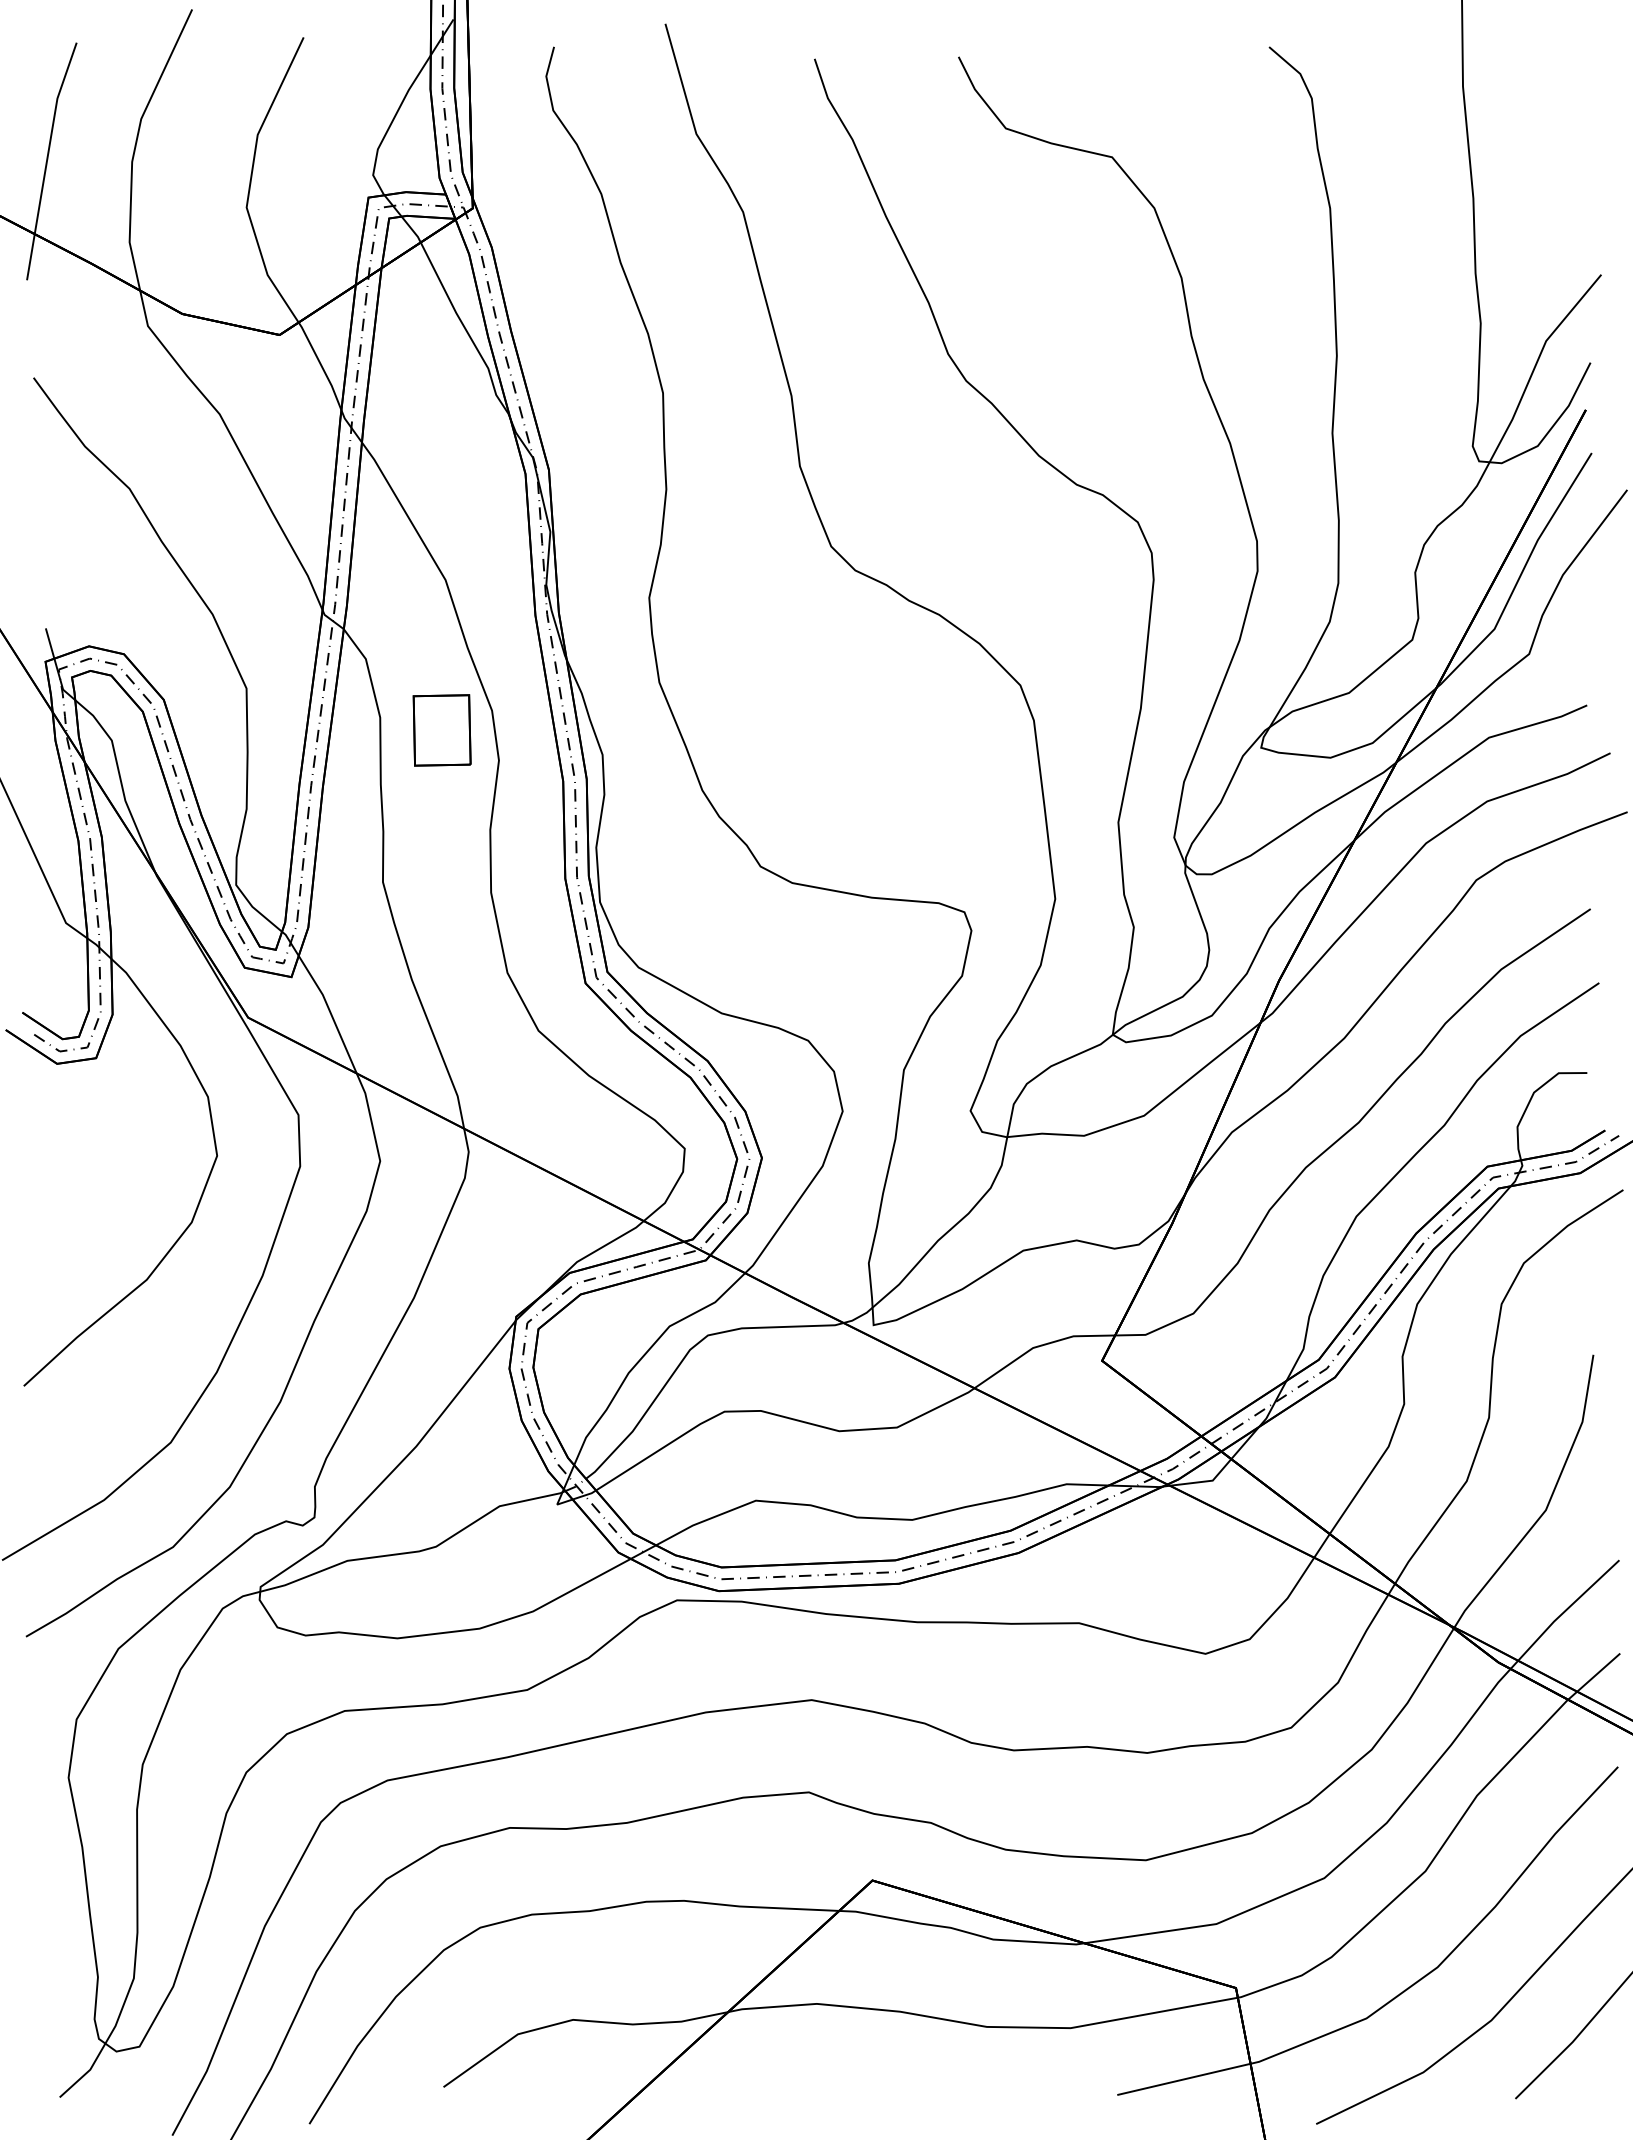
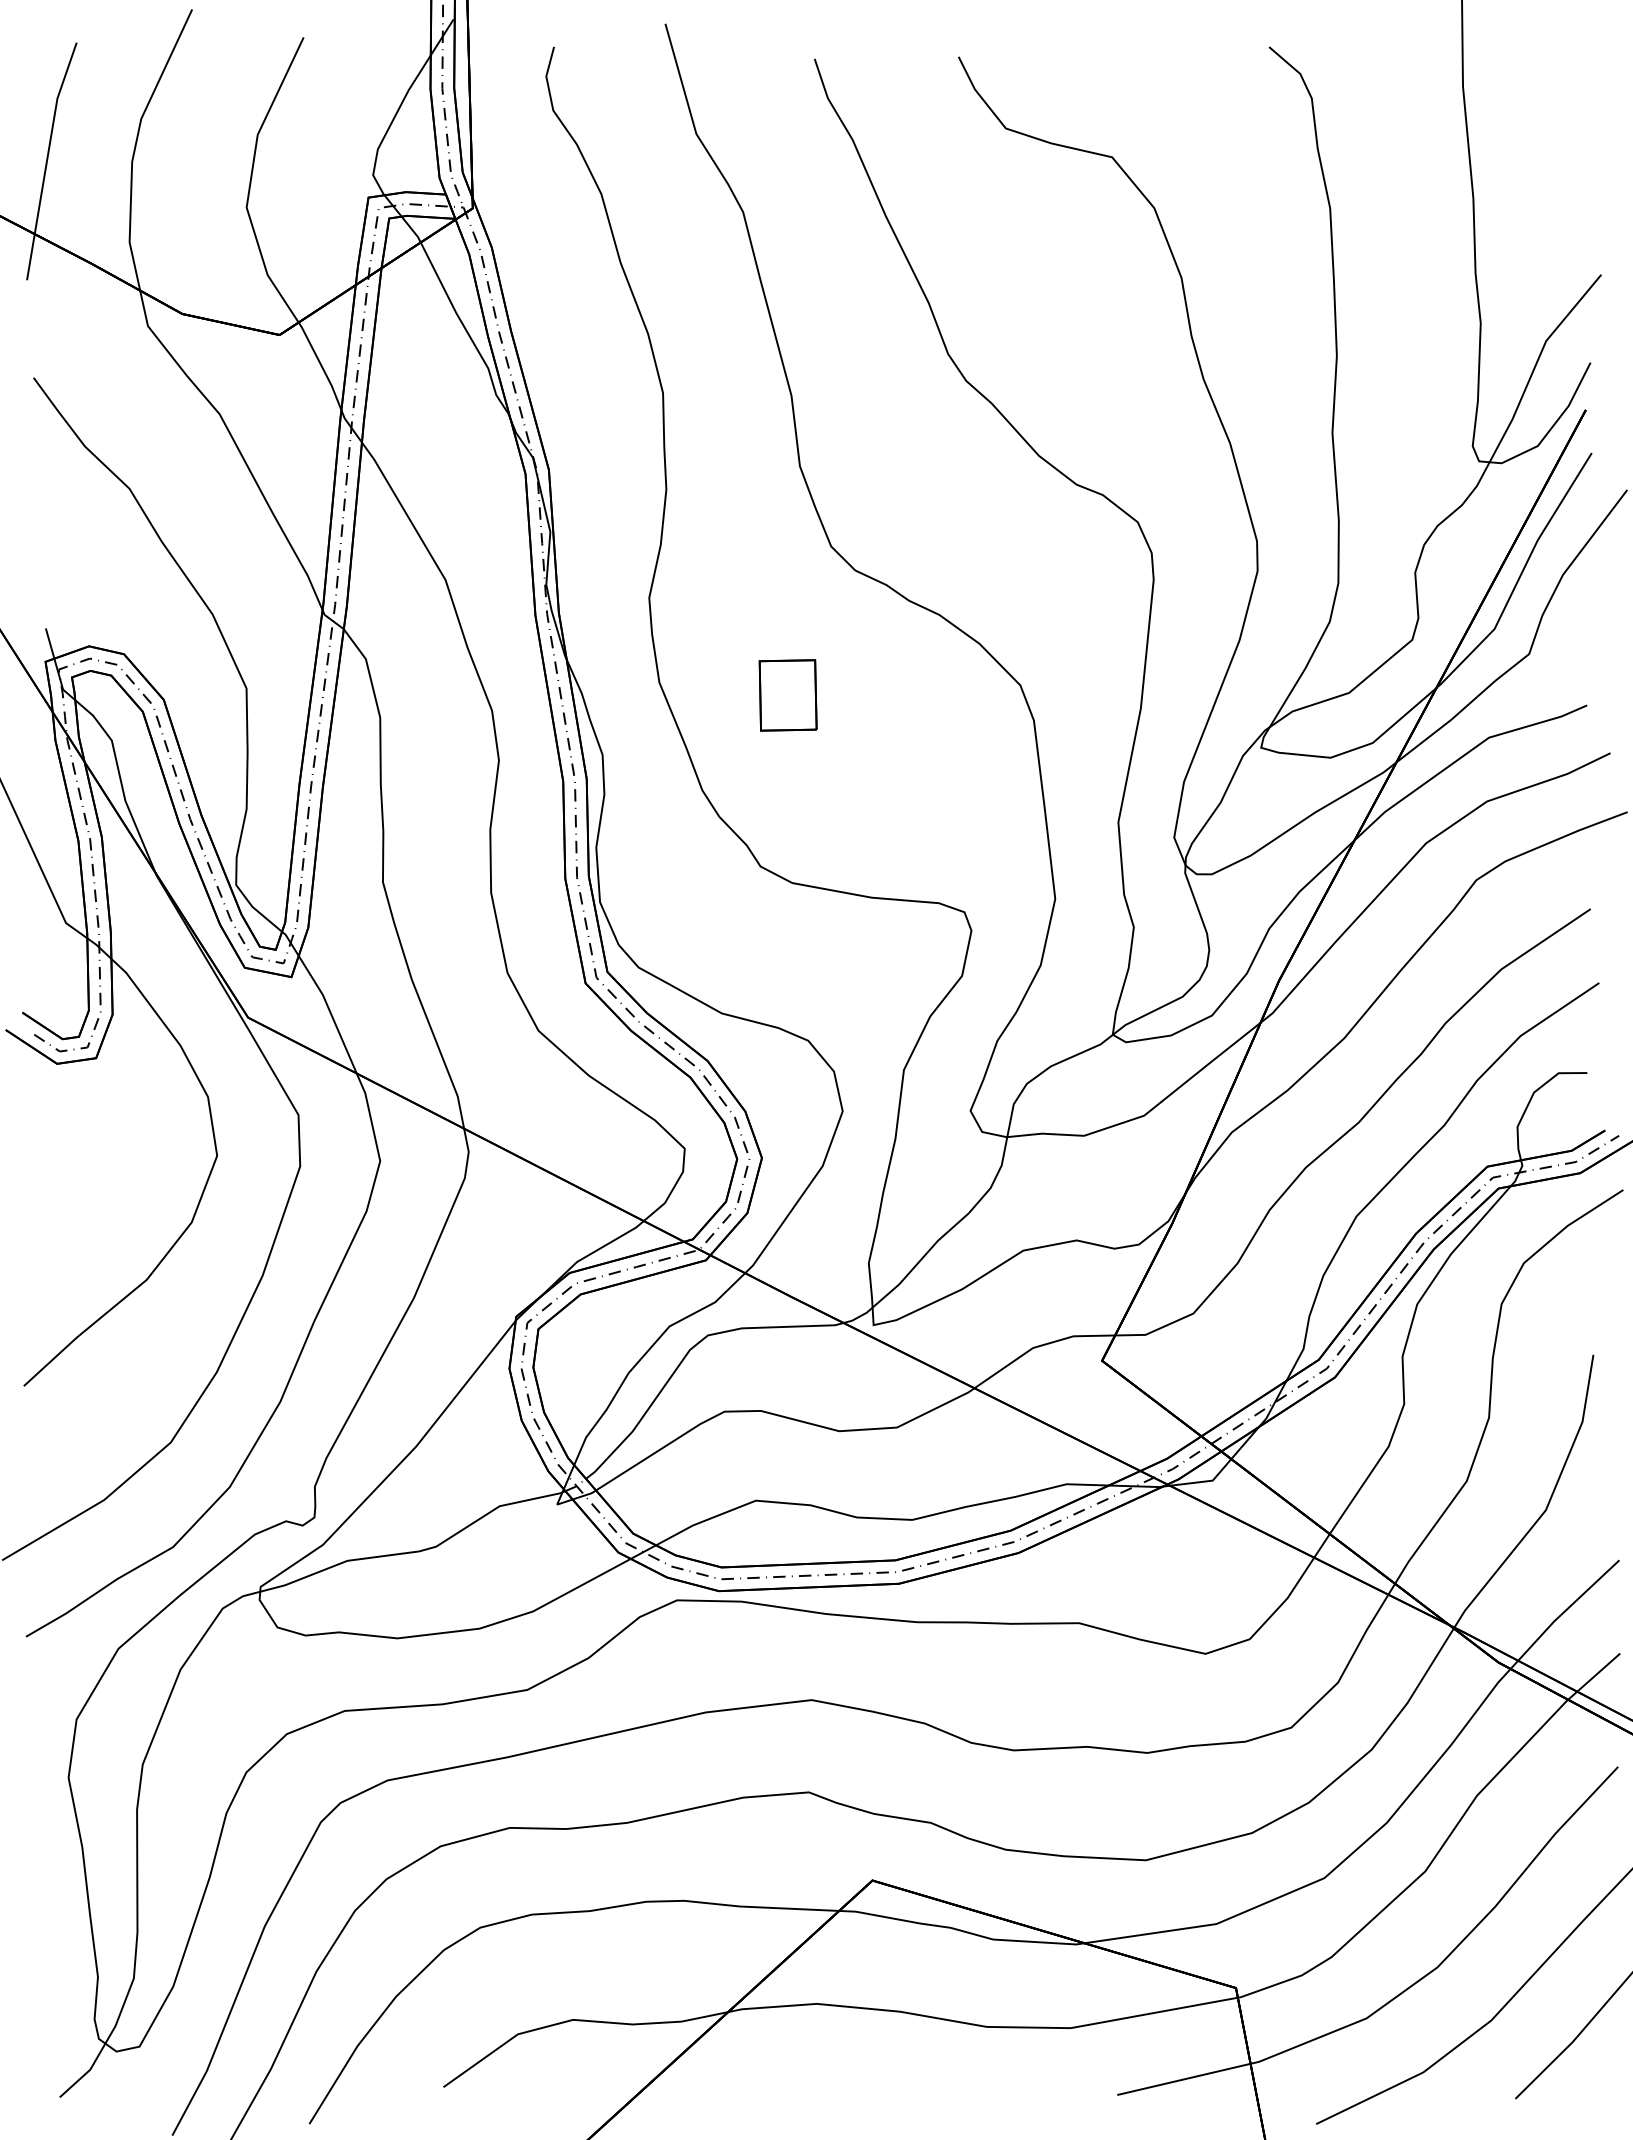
part at (441, 730) position: (441, 730) -> (787, 695)
